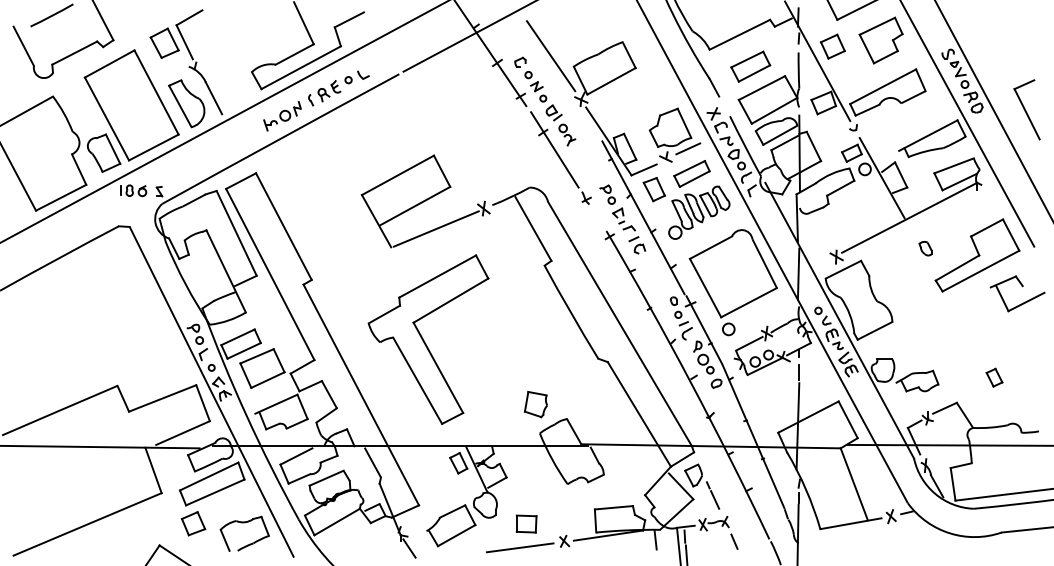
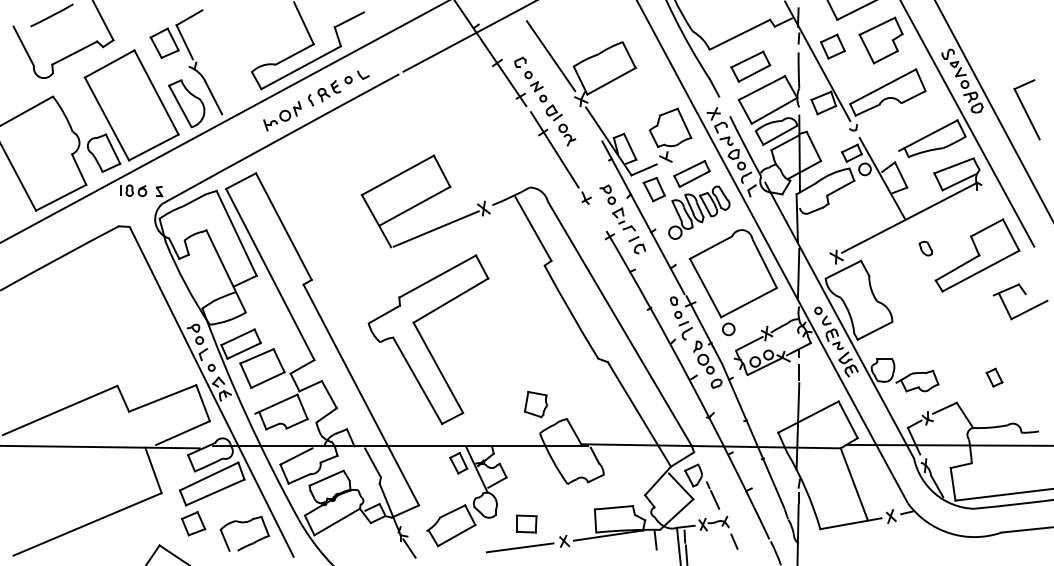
line at (688, 148): present -> none
part at (1022, 287) position: (1022, 287) -> (1025, 295)
